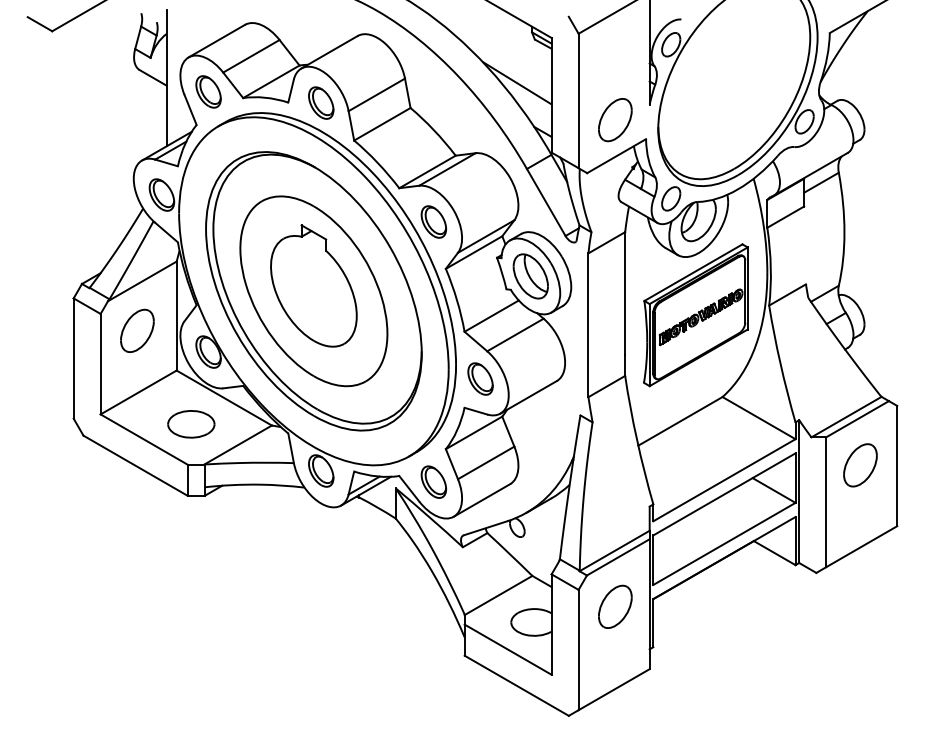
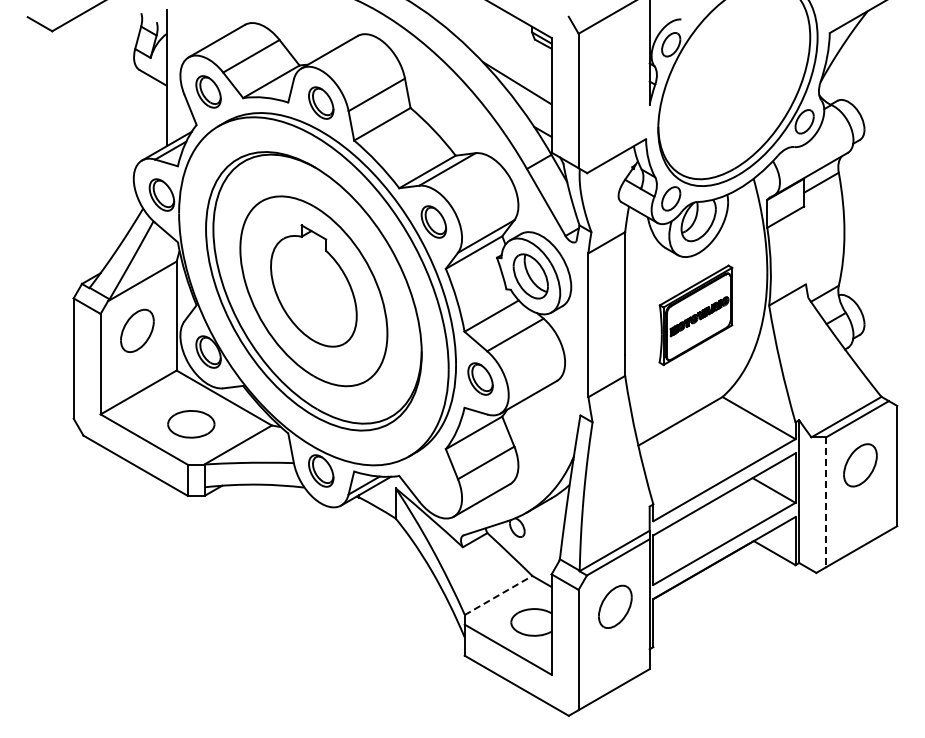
part at (615, 120): present -> none
part at (695, 315) size: 106x145 px -> 76x103 px
part at (433, 481): present -> none
line at (826, 502): solid -> dashed
line at (498, 595): solid -> dashed
